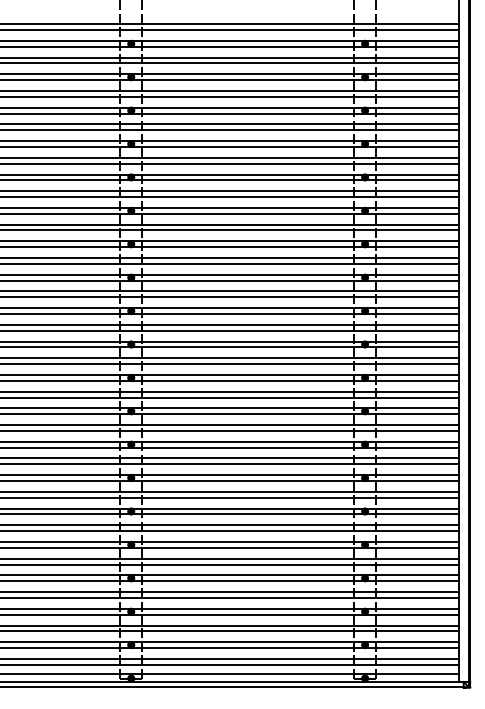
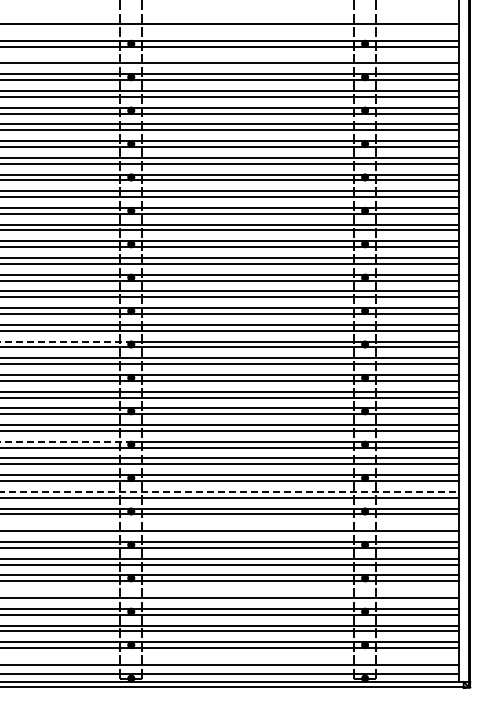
line at (230, 30): present -> none
line at (230, 57): present -> none
line at (65, 341): solid -> dashed
line at (65, 441): solid -> dashed
line at (230, 491): solid -> dashed
line at (230, 525): present -> none
line at (230, 592): present -> none
line at (230, 658): present -> none
